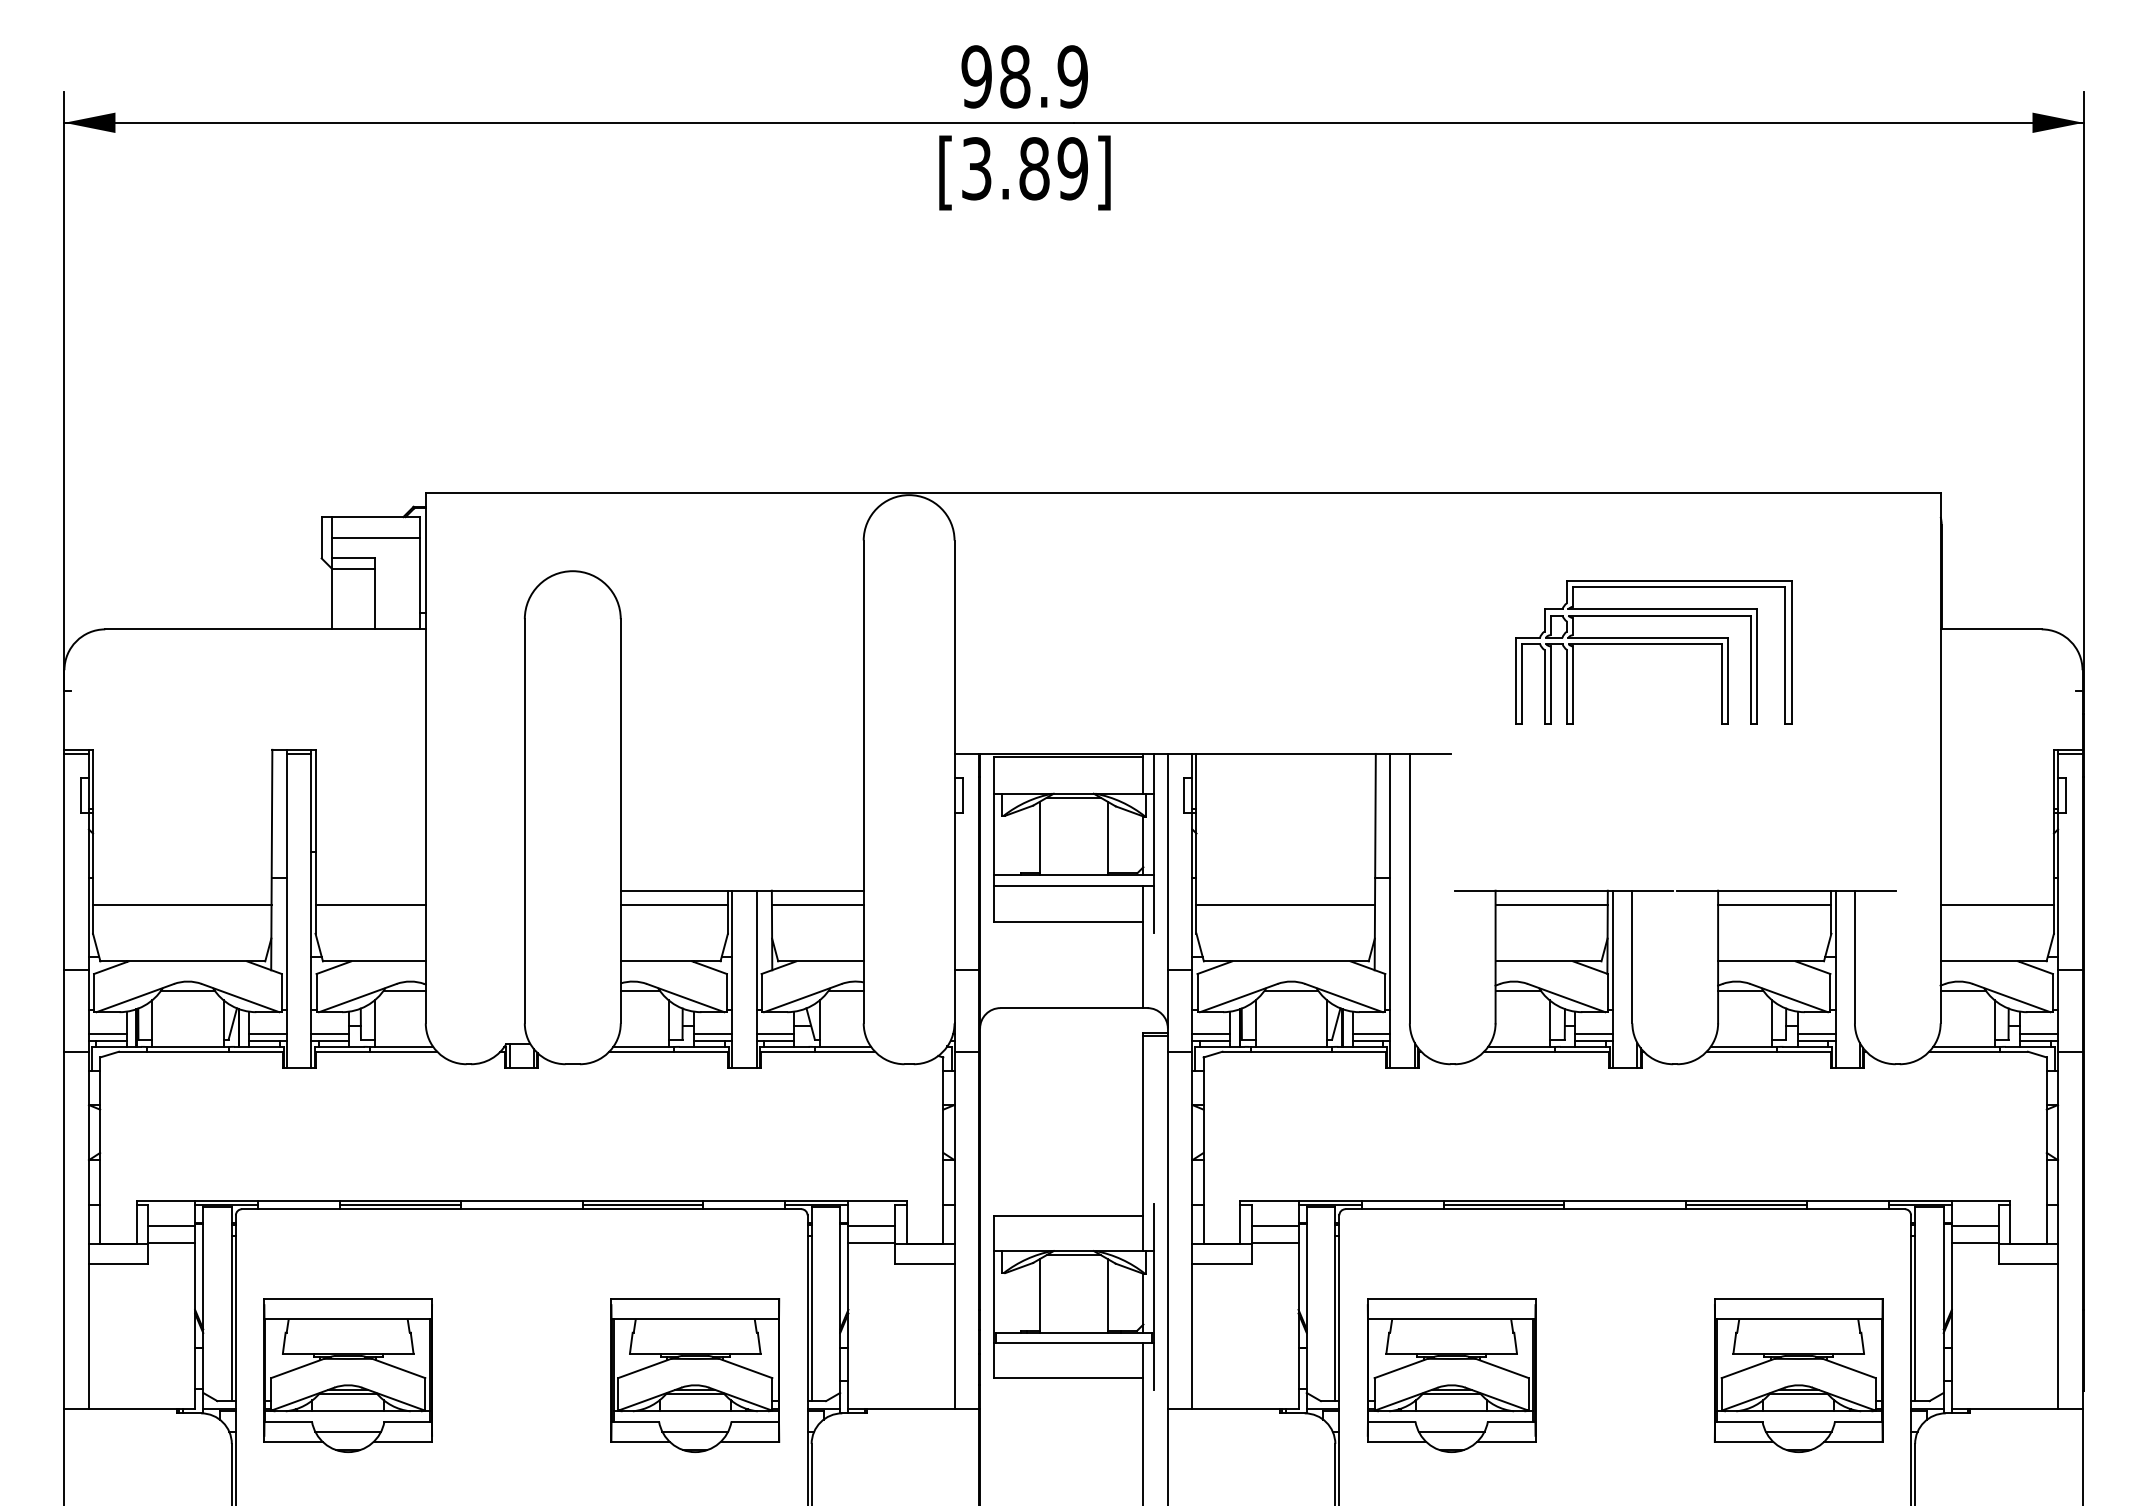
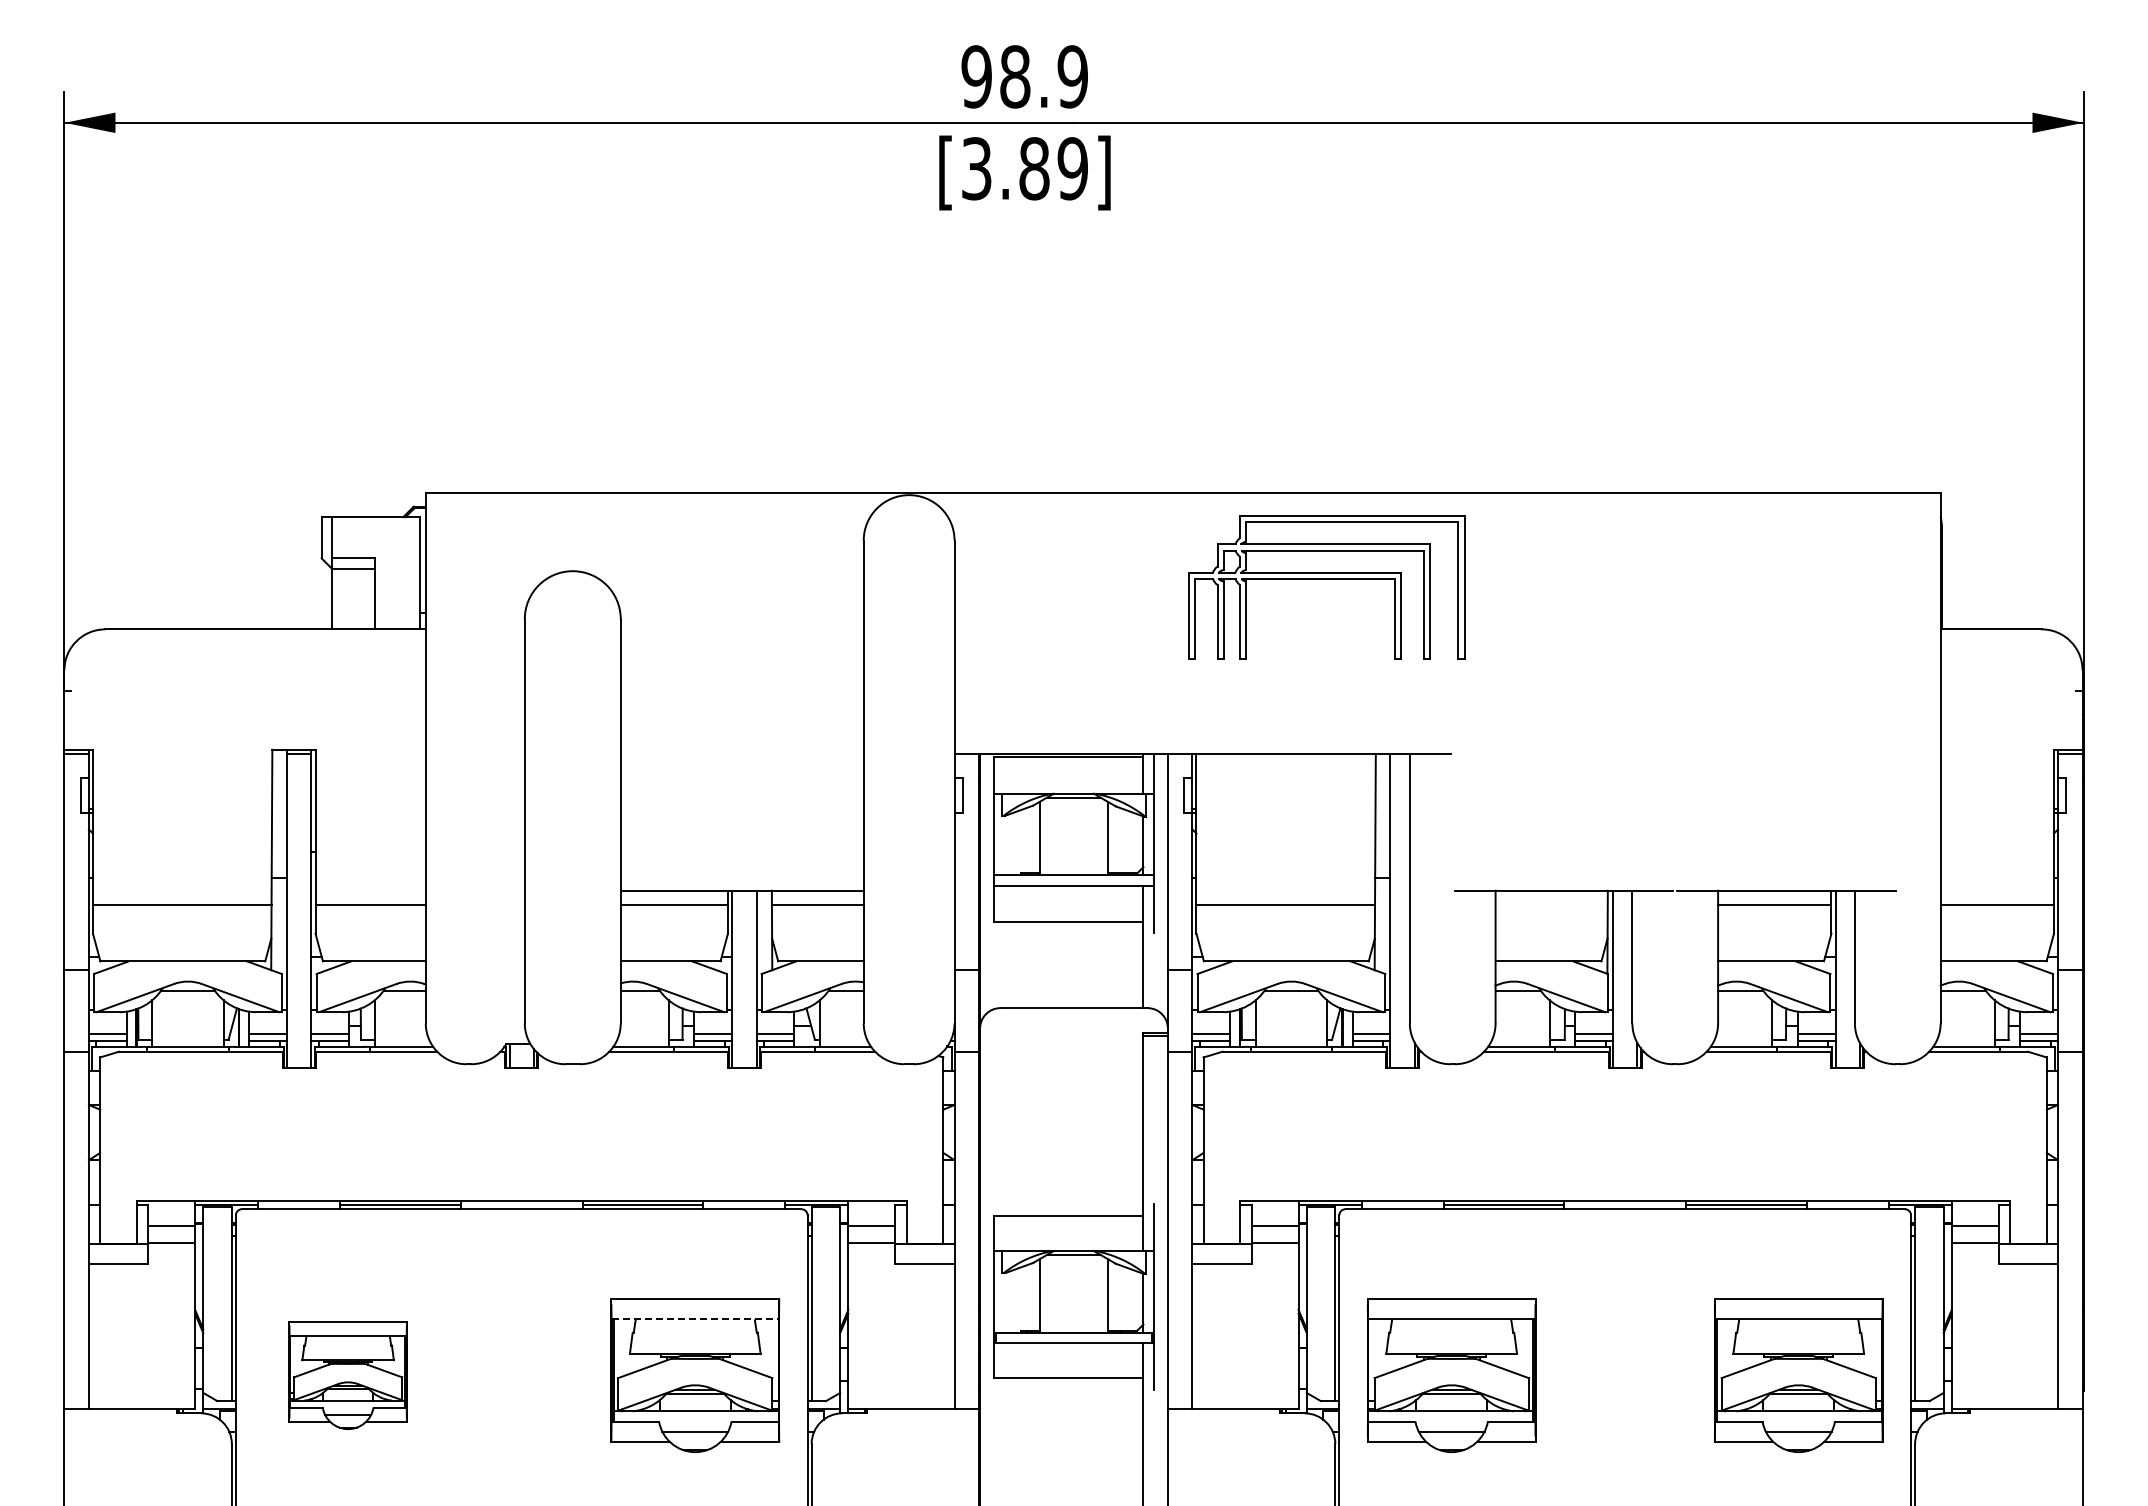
line at (375, 537): present -> none
part at (1653, 644) position: (1653, 644) -> (1326, 579)
line at (1551, 905): present -> none
line at (695, 1319): solid -> dashed
part at (347, 1375) size: 170x155 px -> 120x109 px
